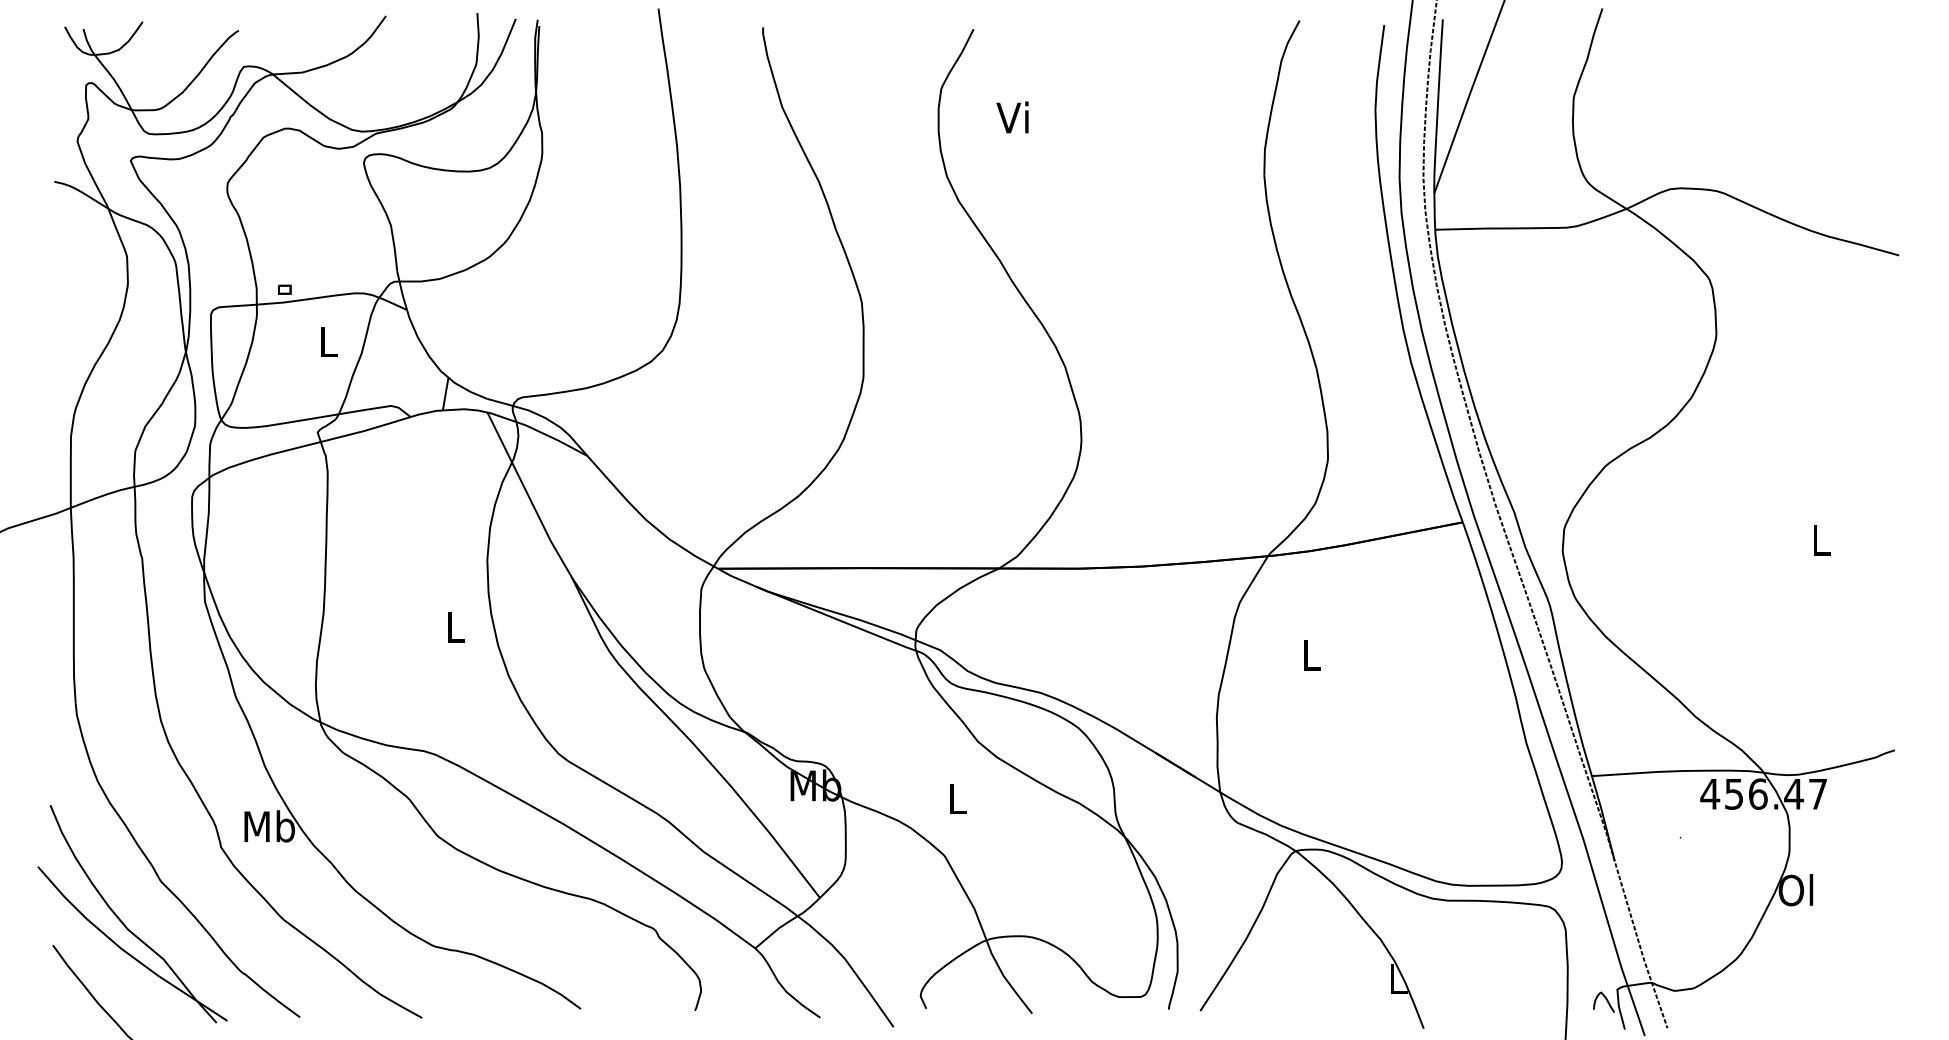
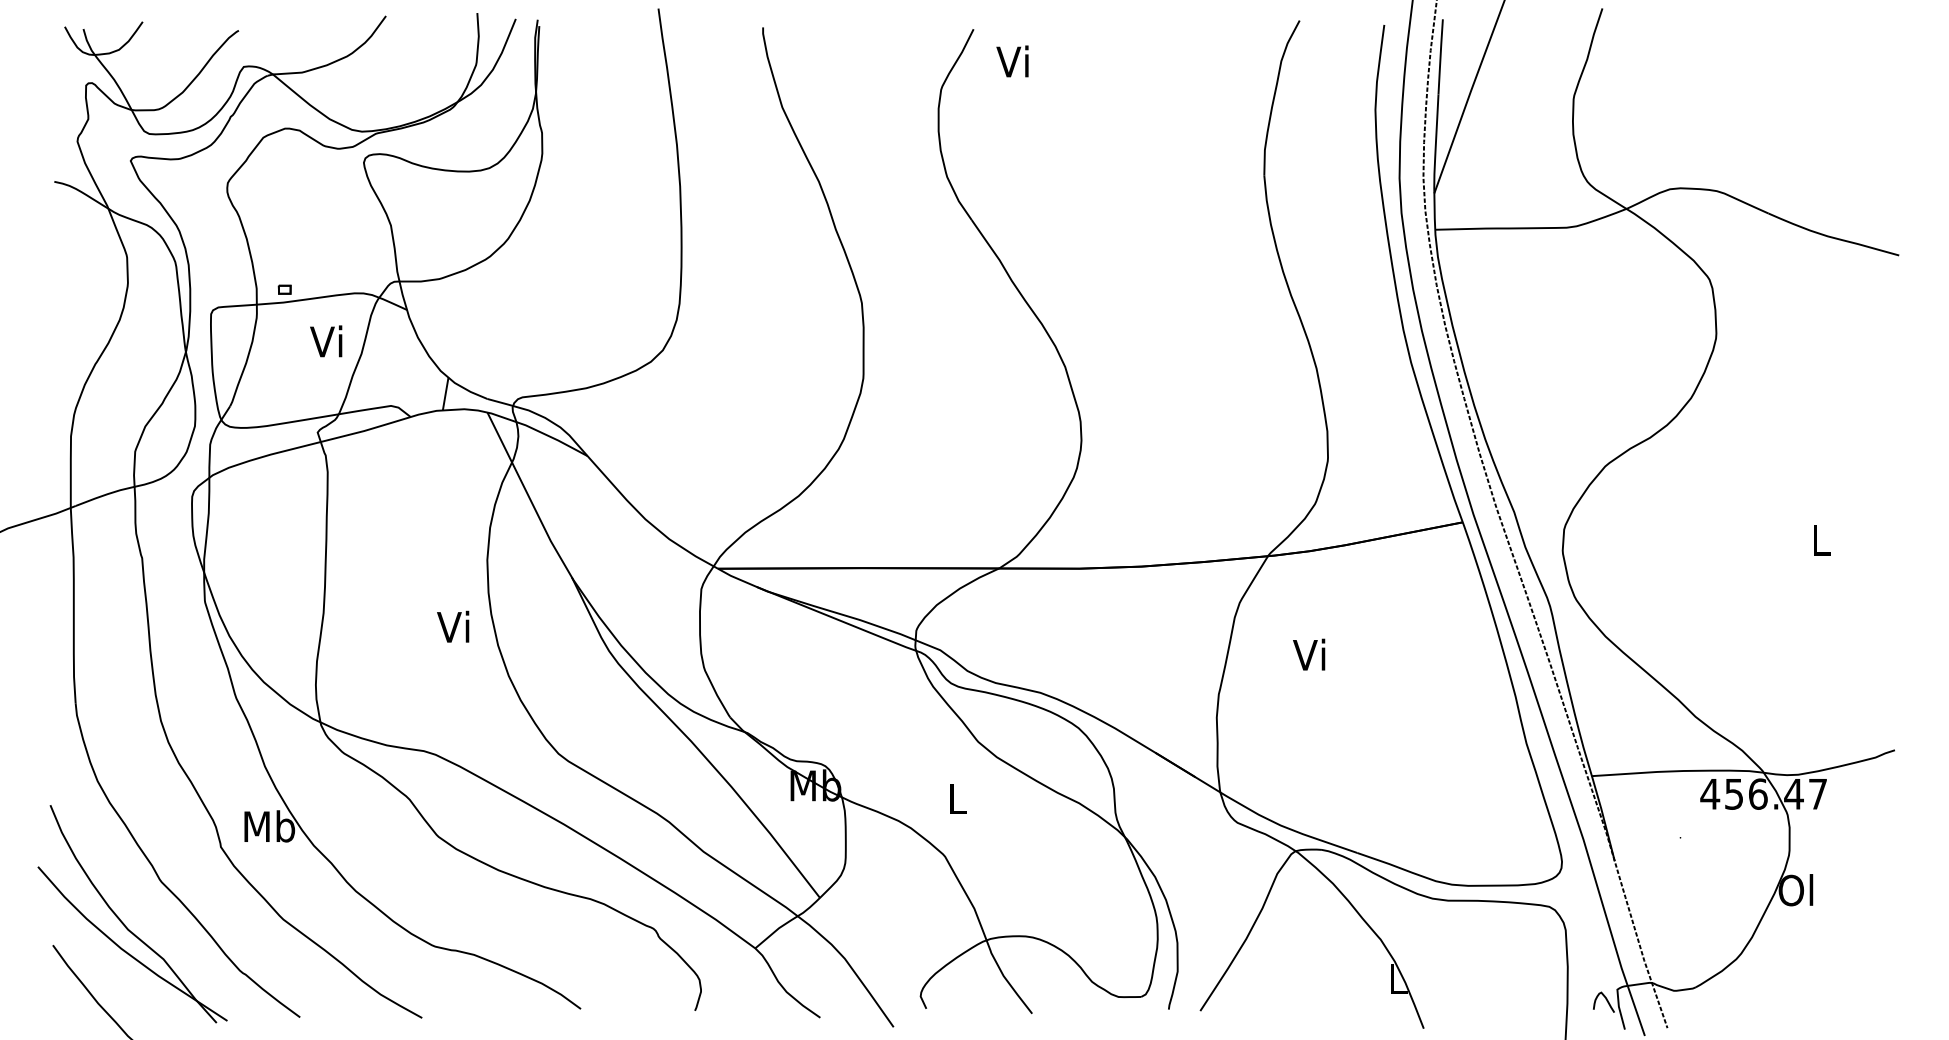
text at (1012, 117) position: (1012, 117) -> (1012, 61)
text at (326, 341): L -> Vi
text at (453, 626): L -> Vi
text at (1309, 654): L -> Vi
